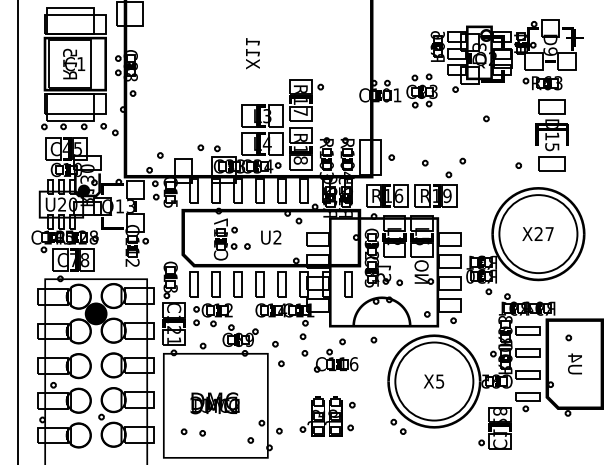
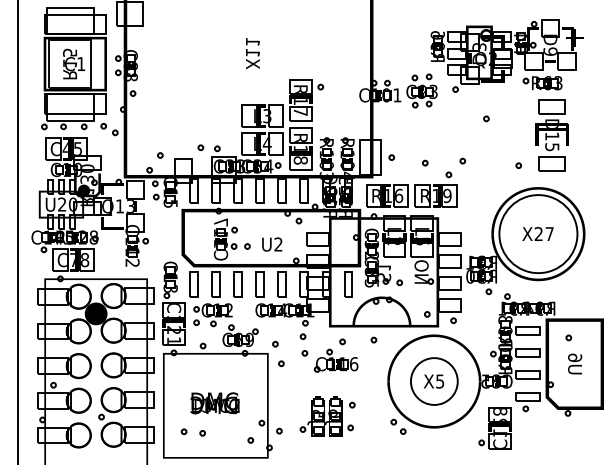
text at (271, 237) position: (271, 237) -> (272, 244)
text at (575, 357): U4 -> U6
circle at (434, 381) diameter: 78 px -> 47 px
